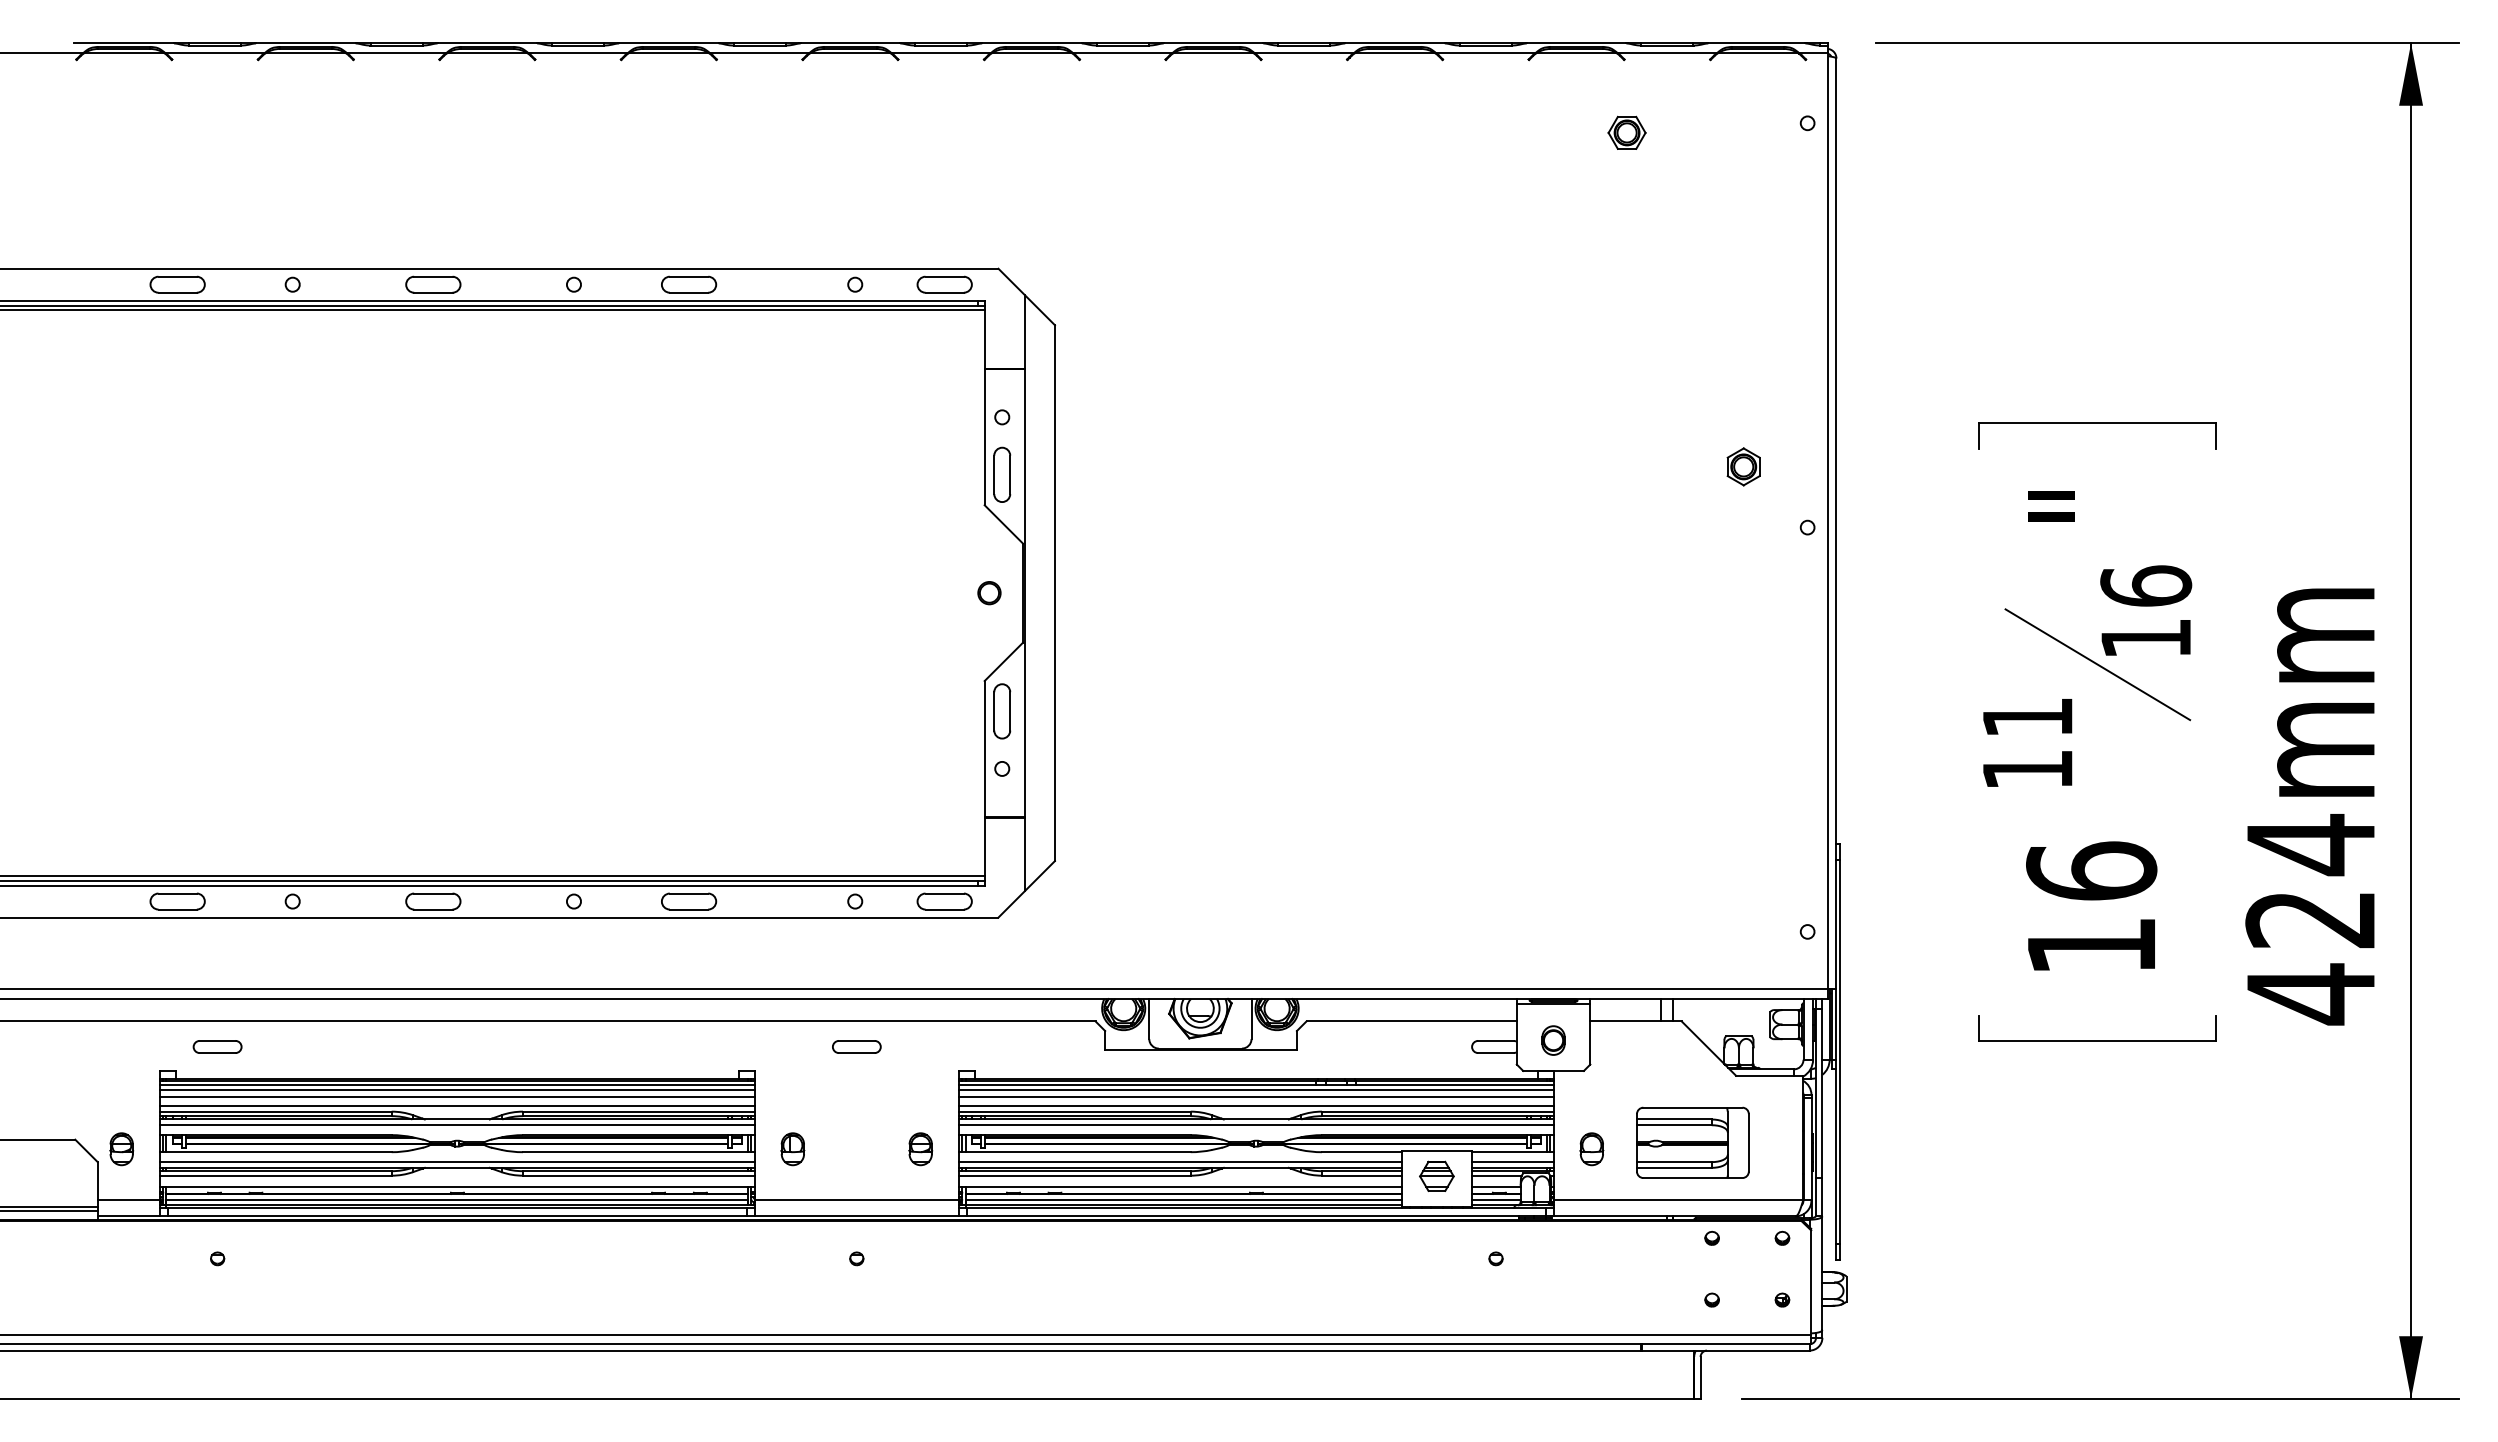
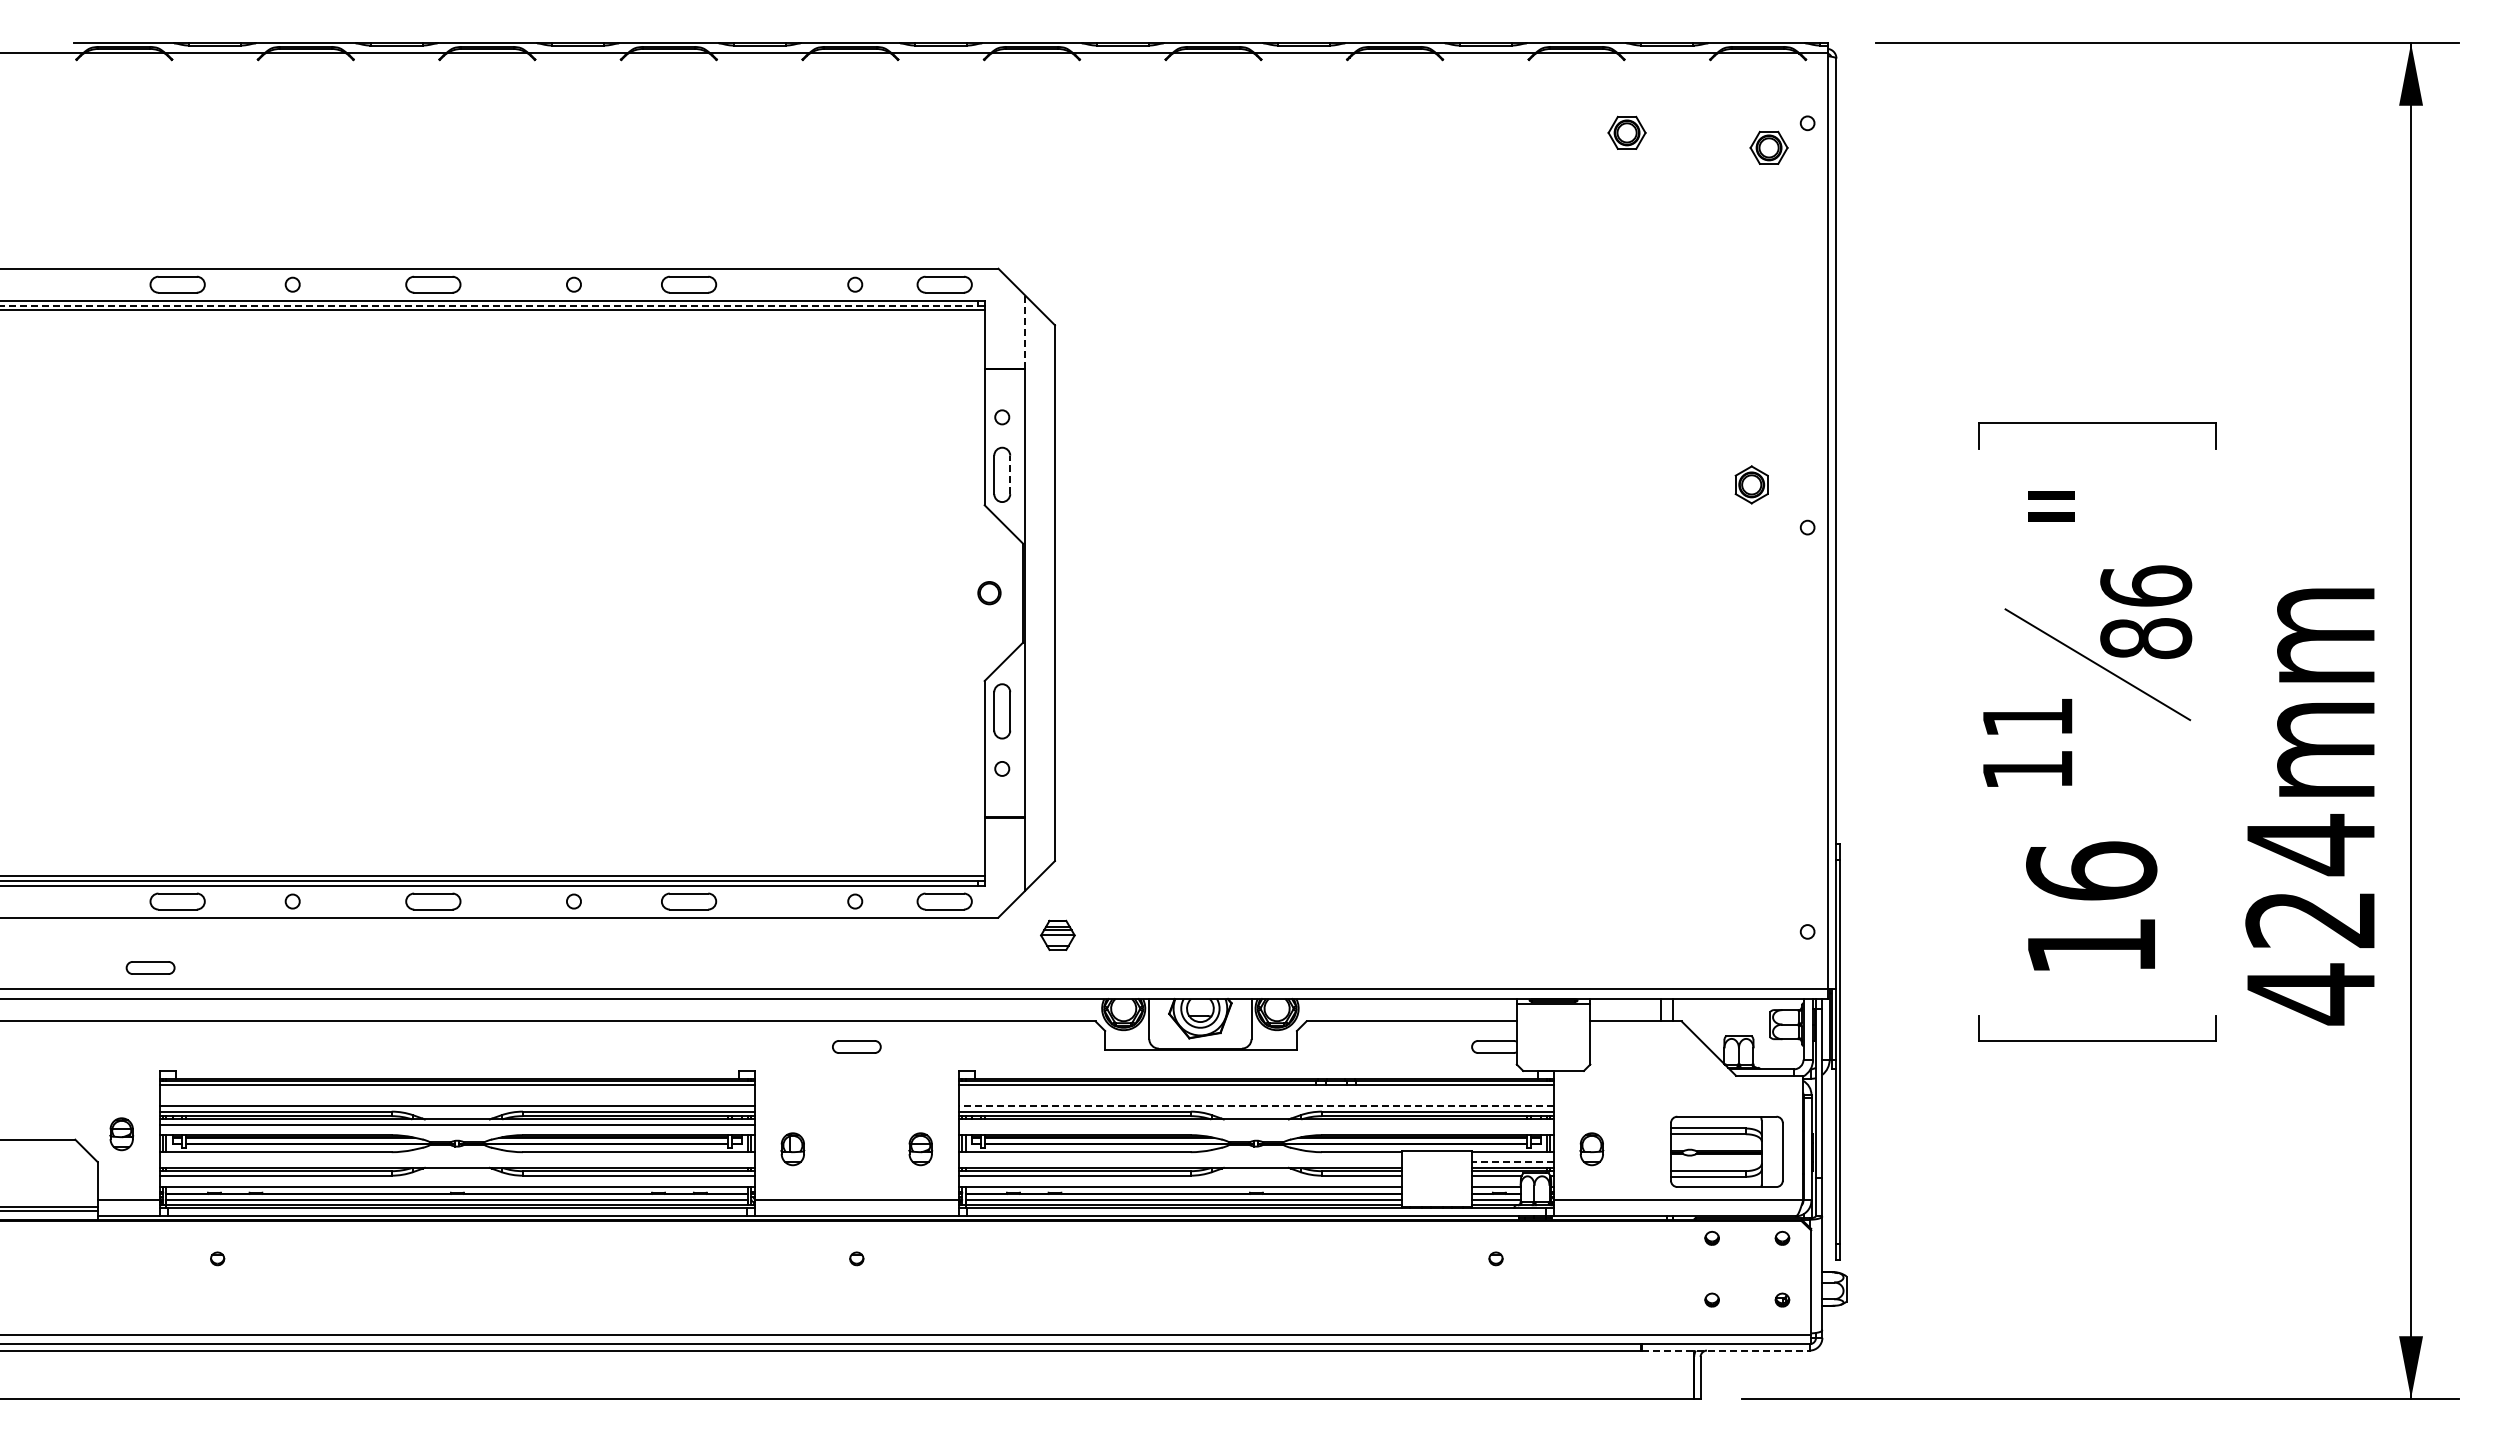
part at (1768, 147): none -> present
line at (489, 305): solid -> dashed
line at (1024, 331): solid -> dashed
part at (1743, 466) position: (1743, 466) -> (1751, 484)
line at (1010, 474): solid -> dashed
text at (2146, 638): 16 -> 86
part at (1553, 1040): present -> none
part at (217, 1046) position: (217, 1046) -> (150, 967)
line at (457, 1090): present -> none
line at (1256, 1090): present -> none
line at (457, 1096): present -> none
line at (1256, 1096): present -> none
line at (1255, 1106): solid -> dashed
line at (1256, 1125): present -> none
part at (1692, 1142) position: (1692, 1142) -> (1726, 1151)
part at (121, 1149) position: (121, 1149) -> (121, 1134)
line at (457, 1162): present -> none
line at (1180, 1162): present -> none
line at (1512, 1162): solid -> dashed
part at (1436, 1175) position: (1436, 1175) -> (1057, 934)
line at (1726, 1350): solid -> dashed
